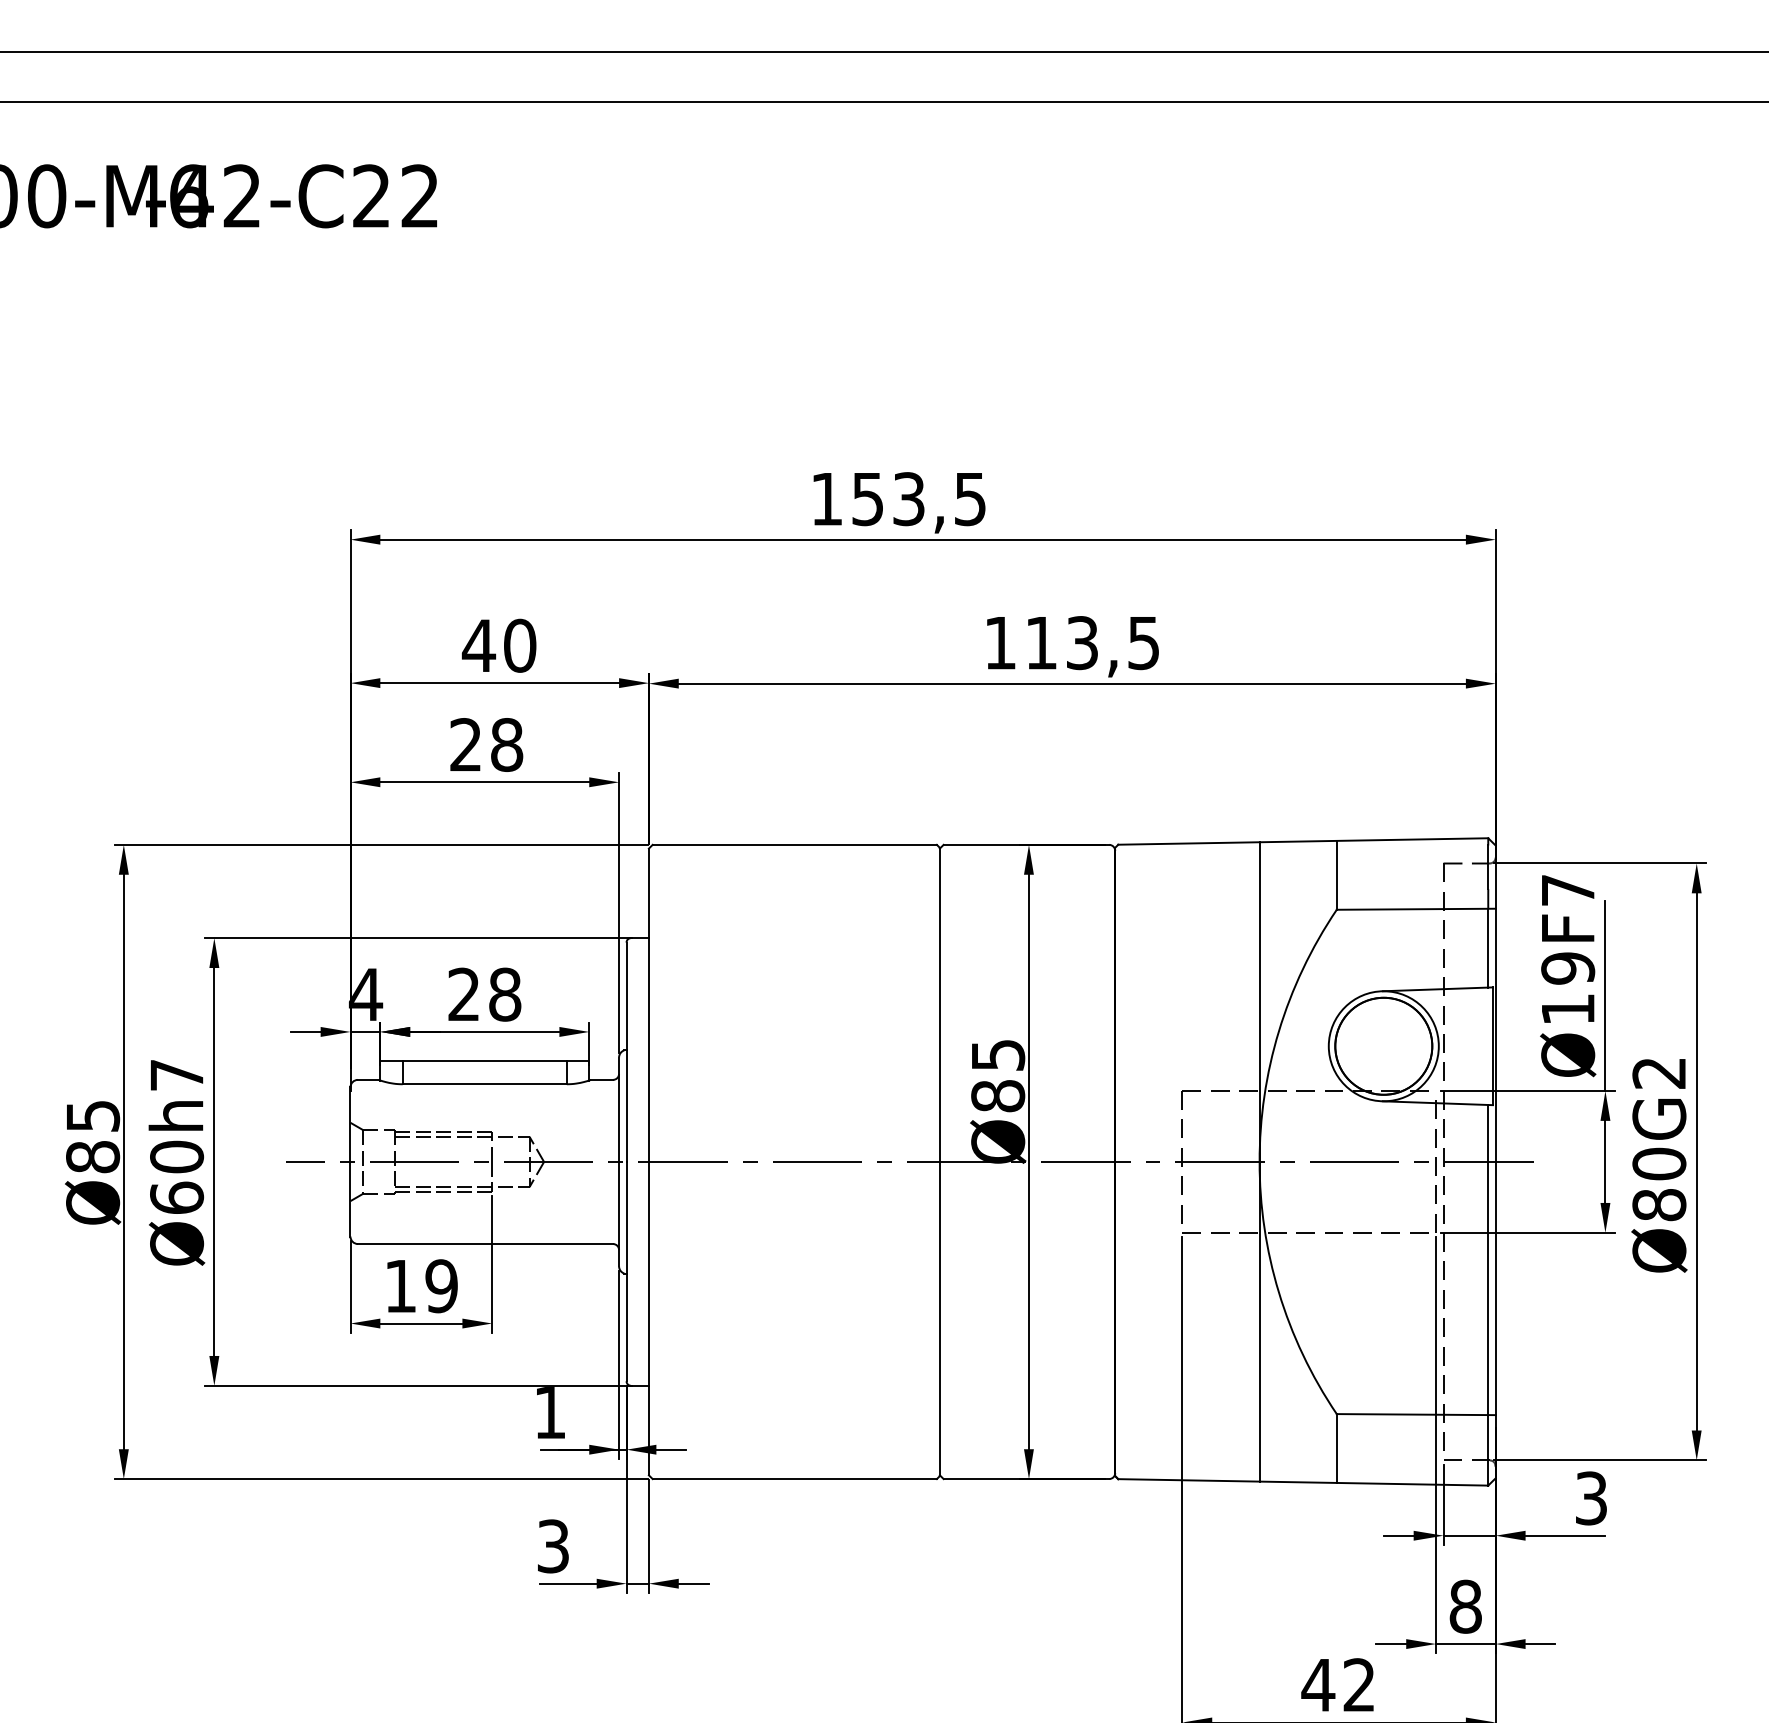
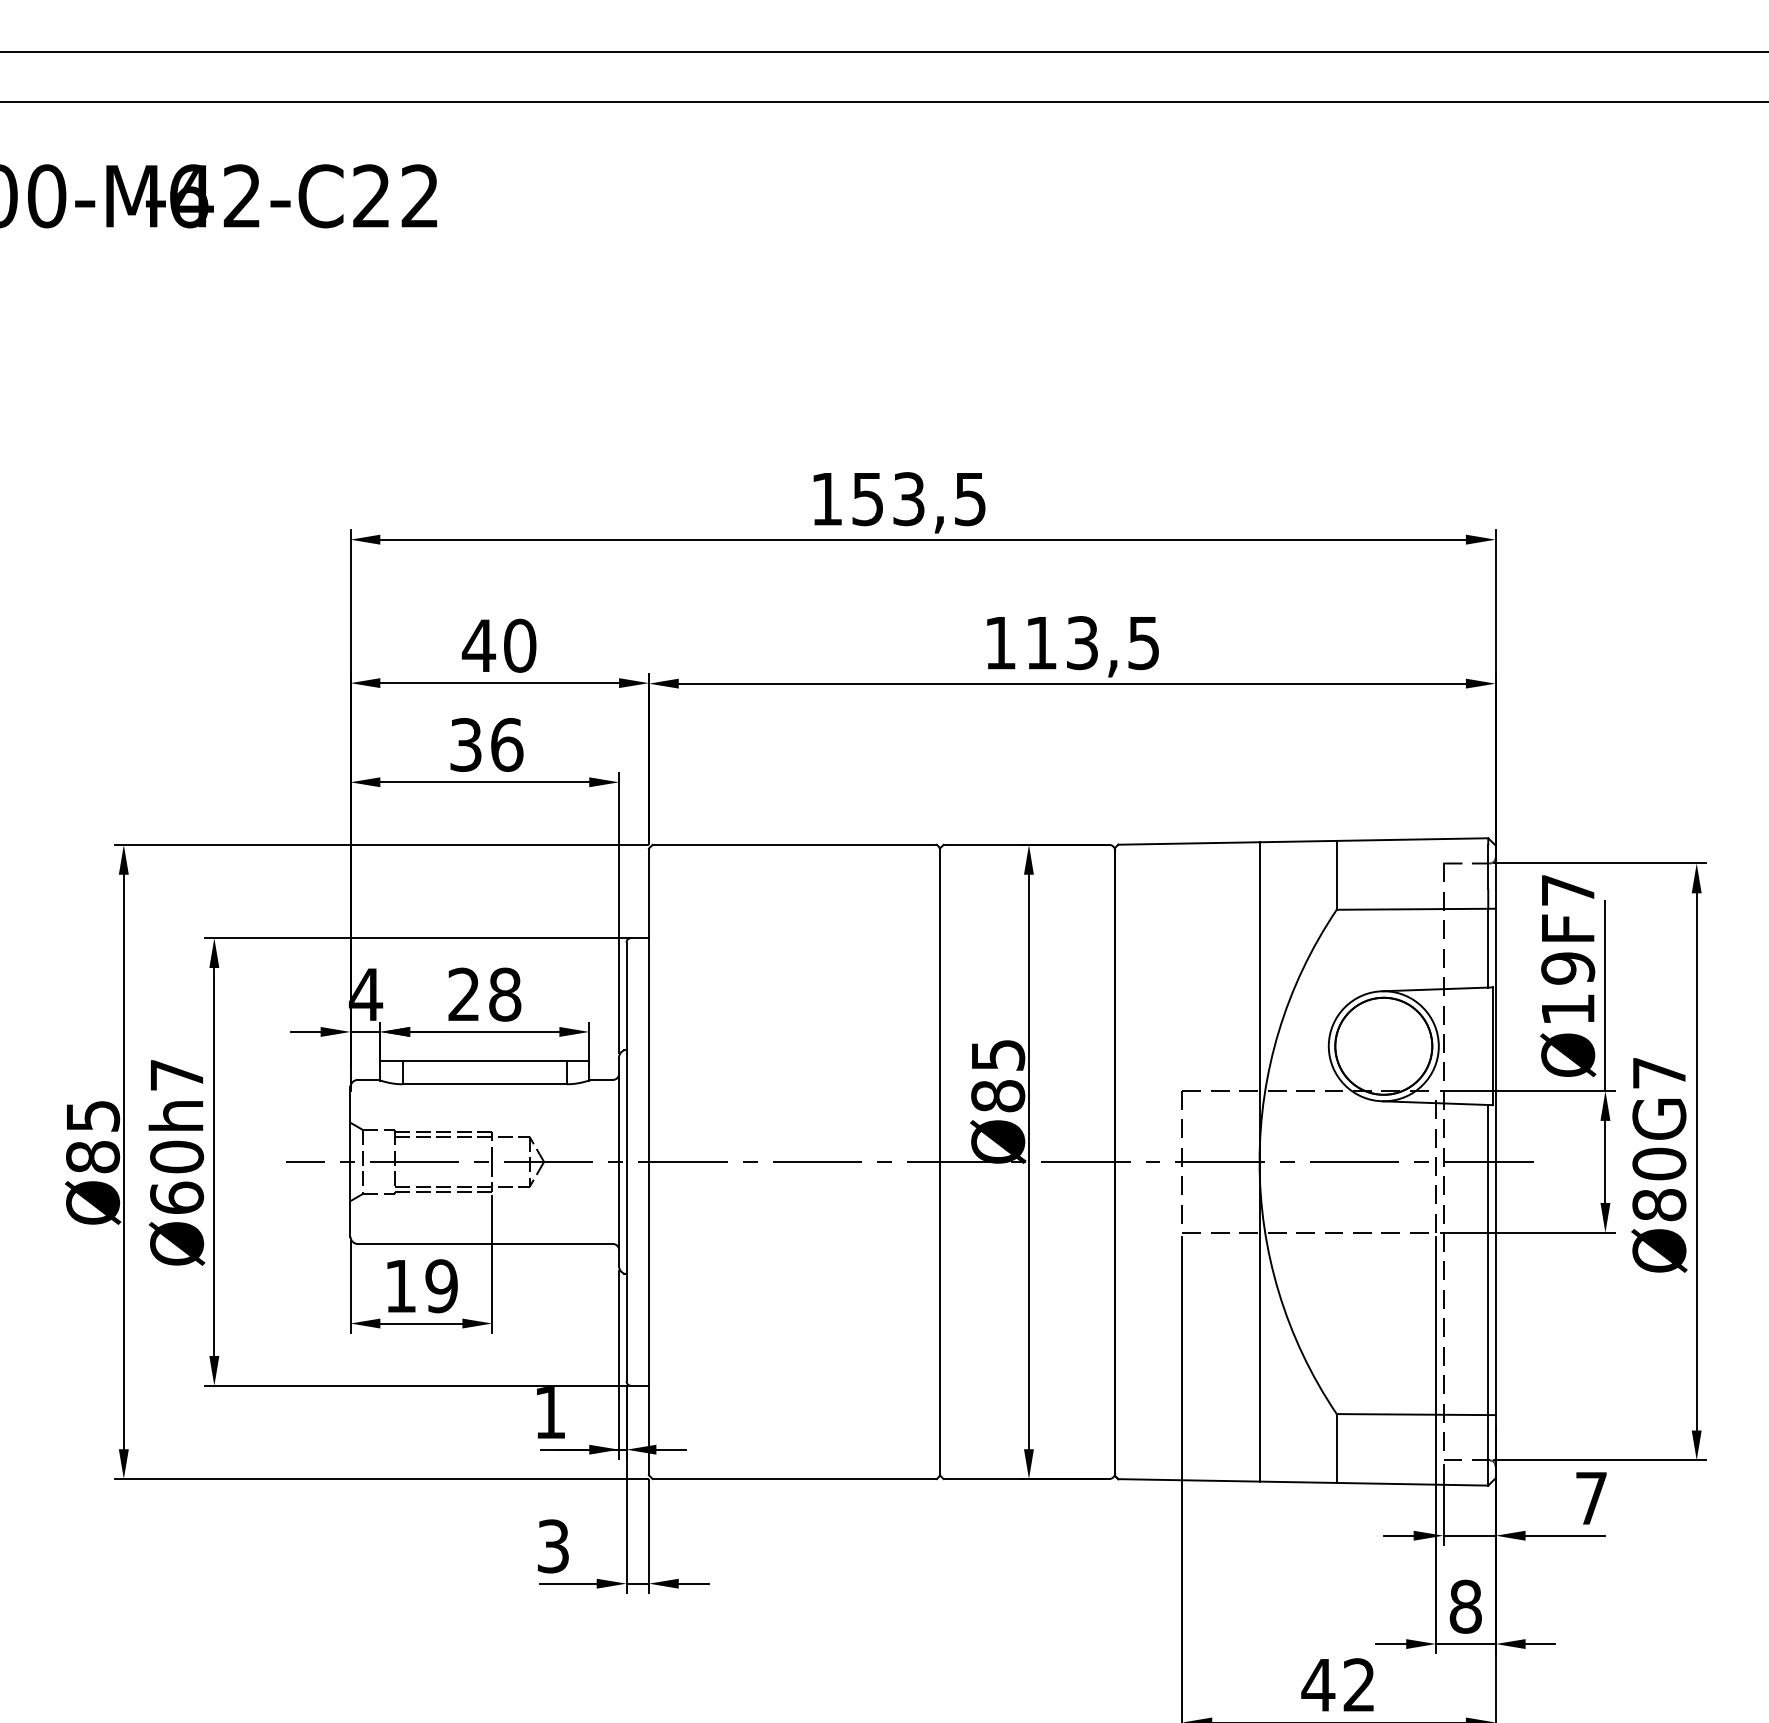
text at (486, 744): 28 -> 36
text at (1658, 1073): Ø80G2 -> Ø80G7
text at (1591, 1498): 3 -> 7
